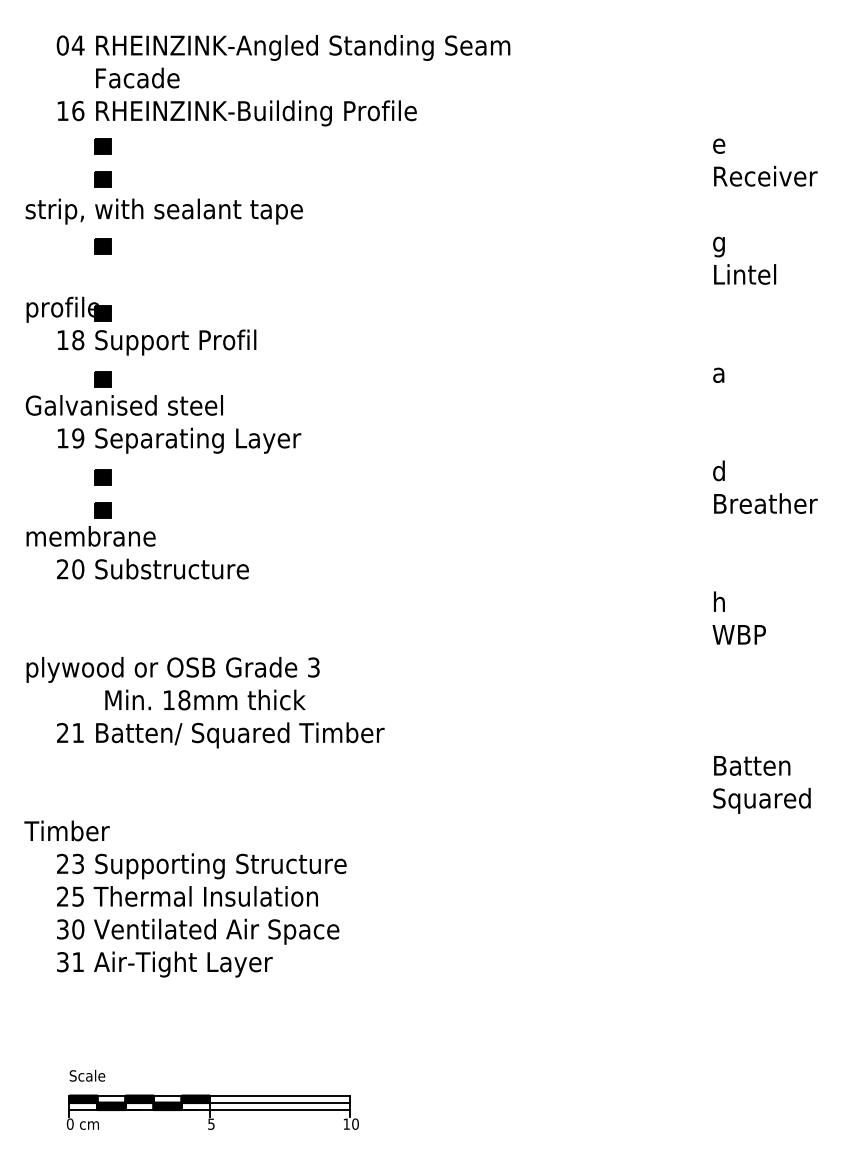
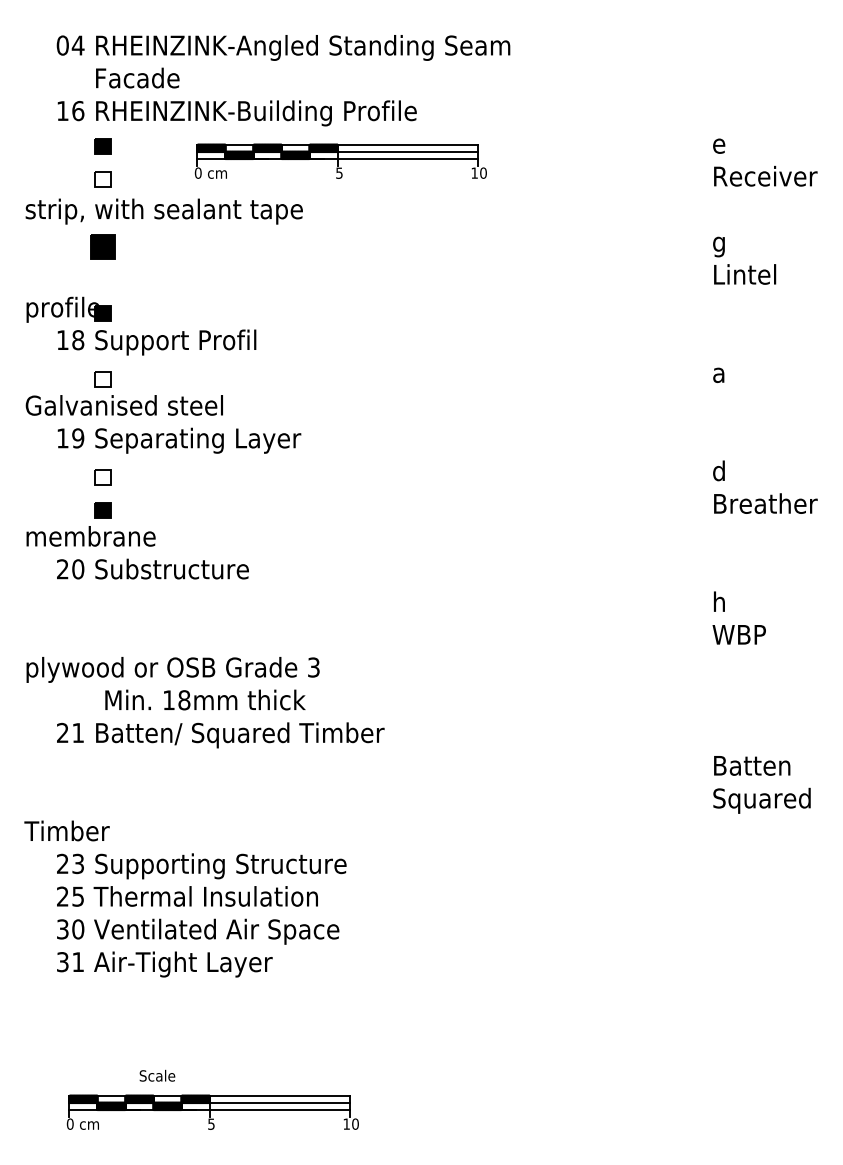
part at (340, 160): none -> present
fill at (102, 178): present -> none
part at (102, 246) size: 18x17 px -> 26x26 px
fill at (102, 378): present -> none
fill at (102, 477): present -> none
text at (87, 1075) position: (87, 1075) -> (157, 1075)
